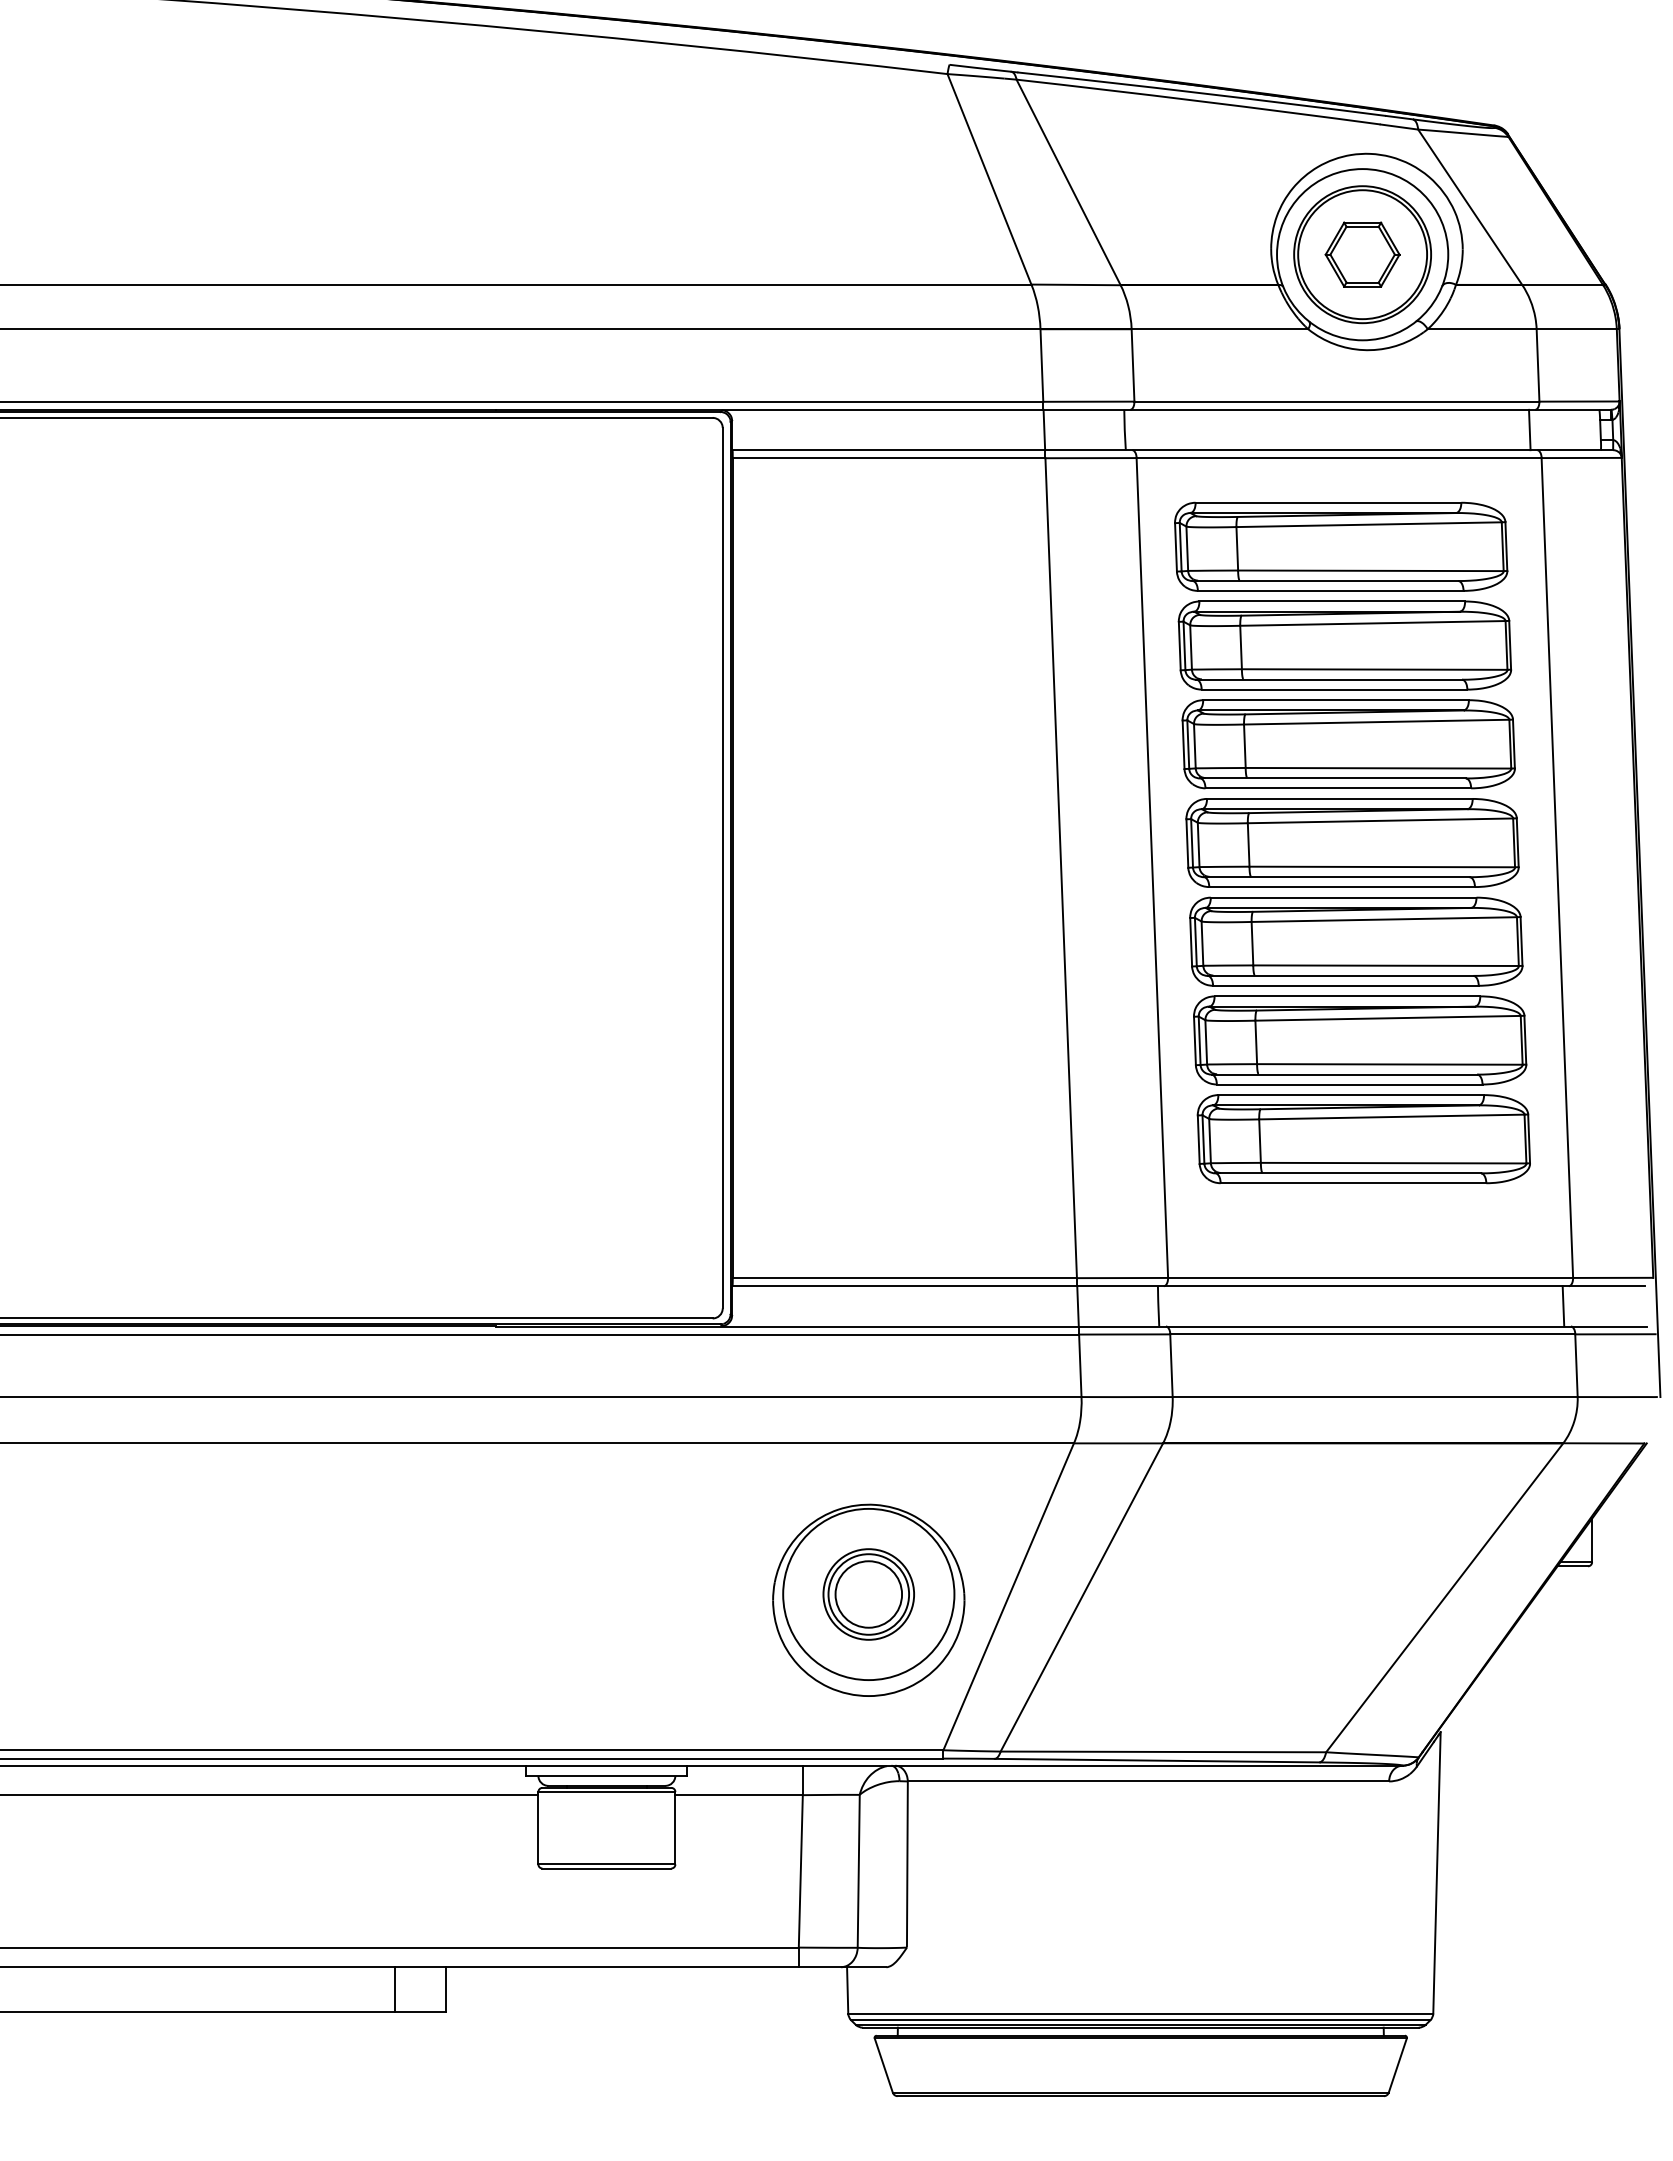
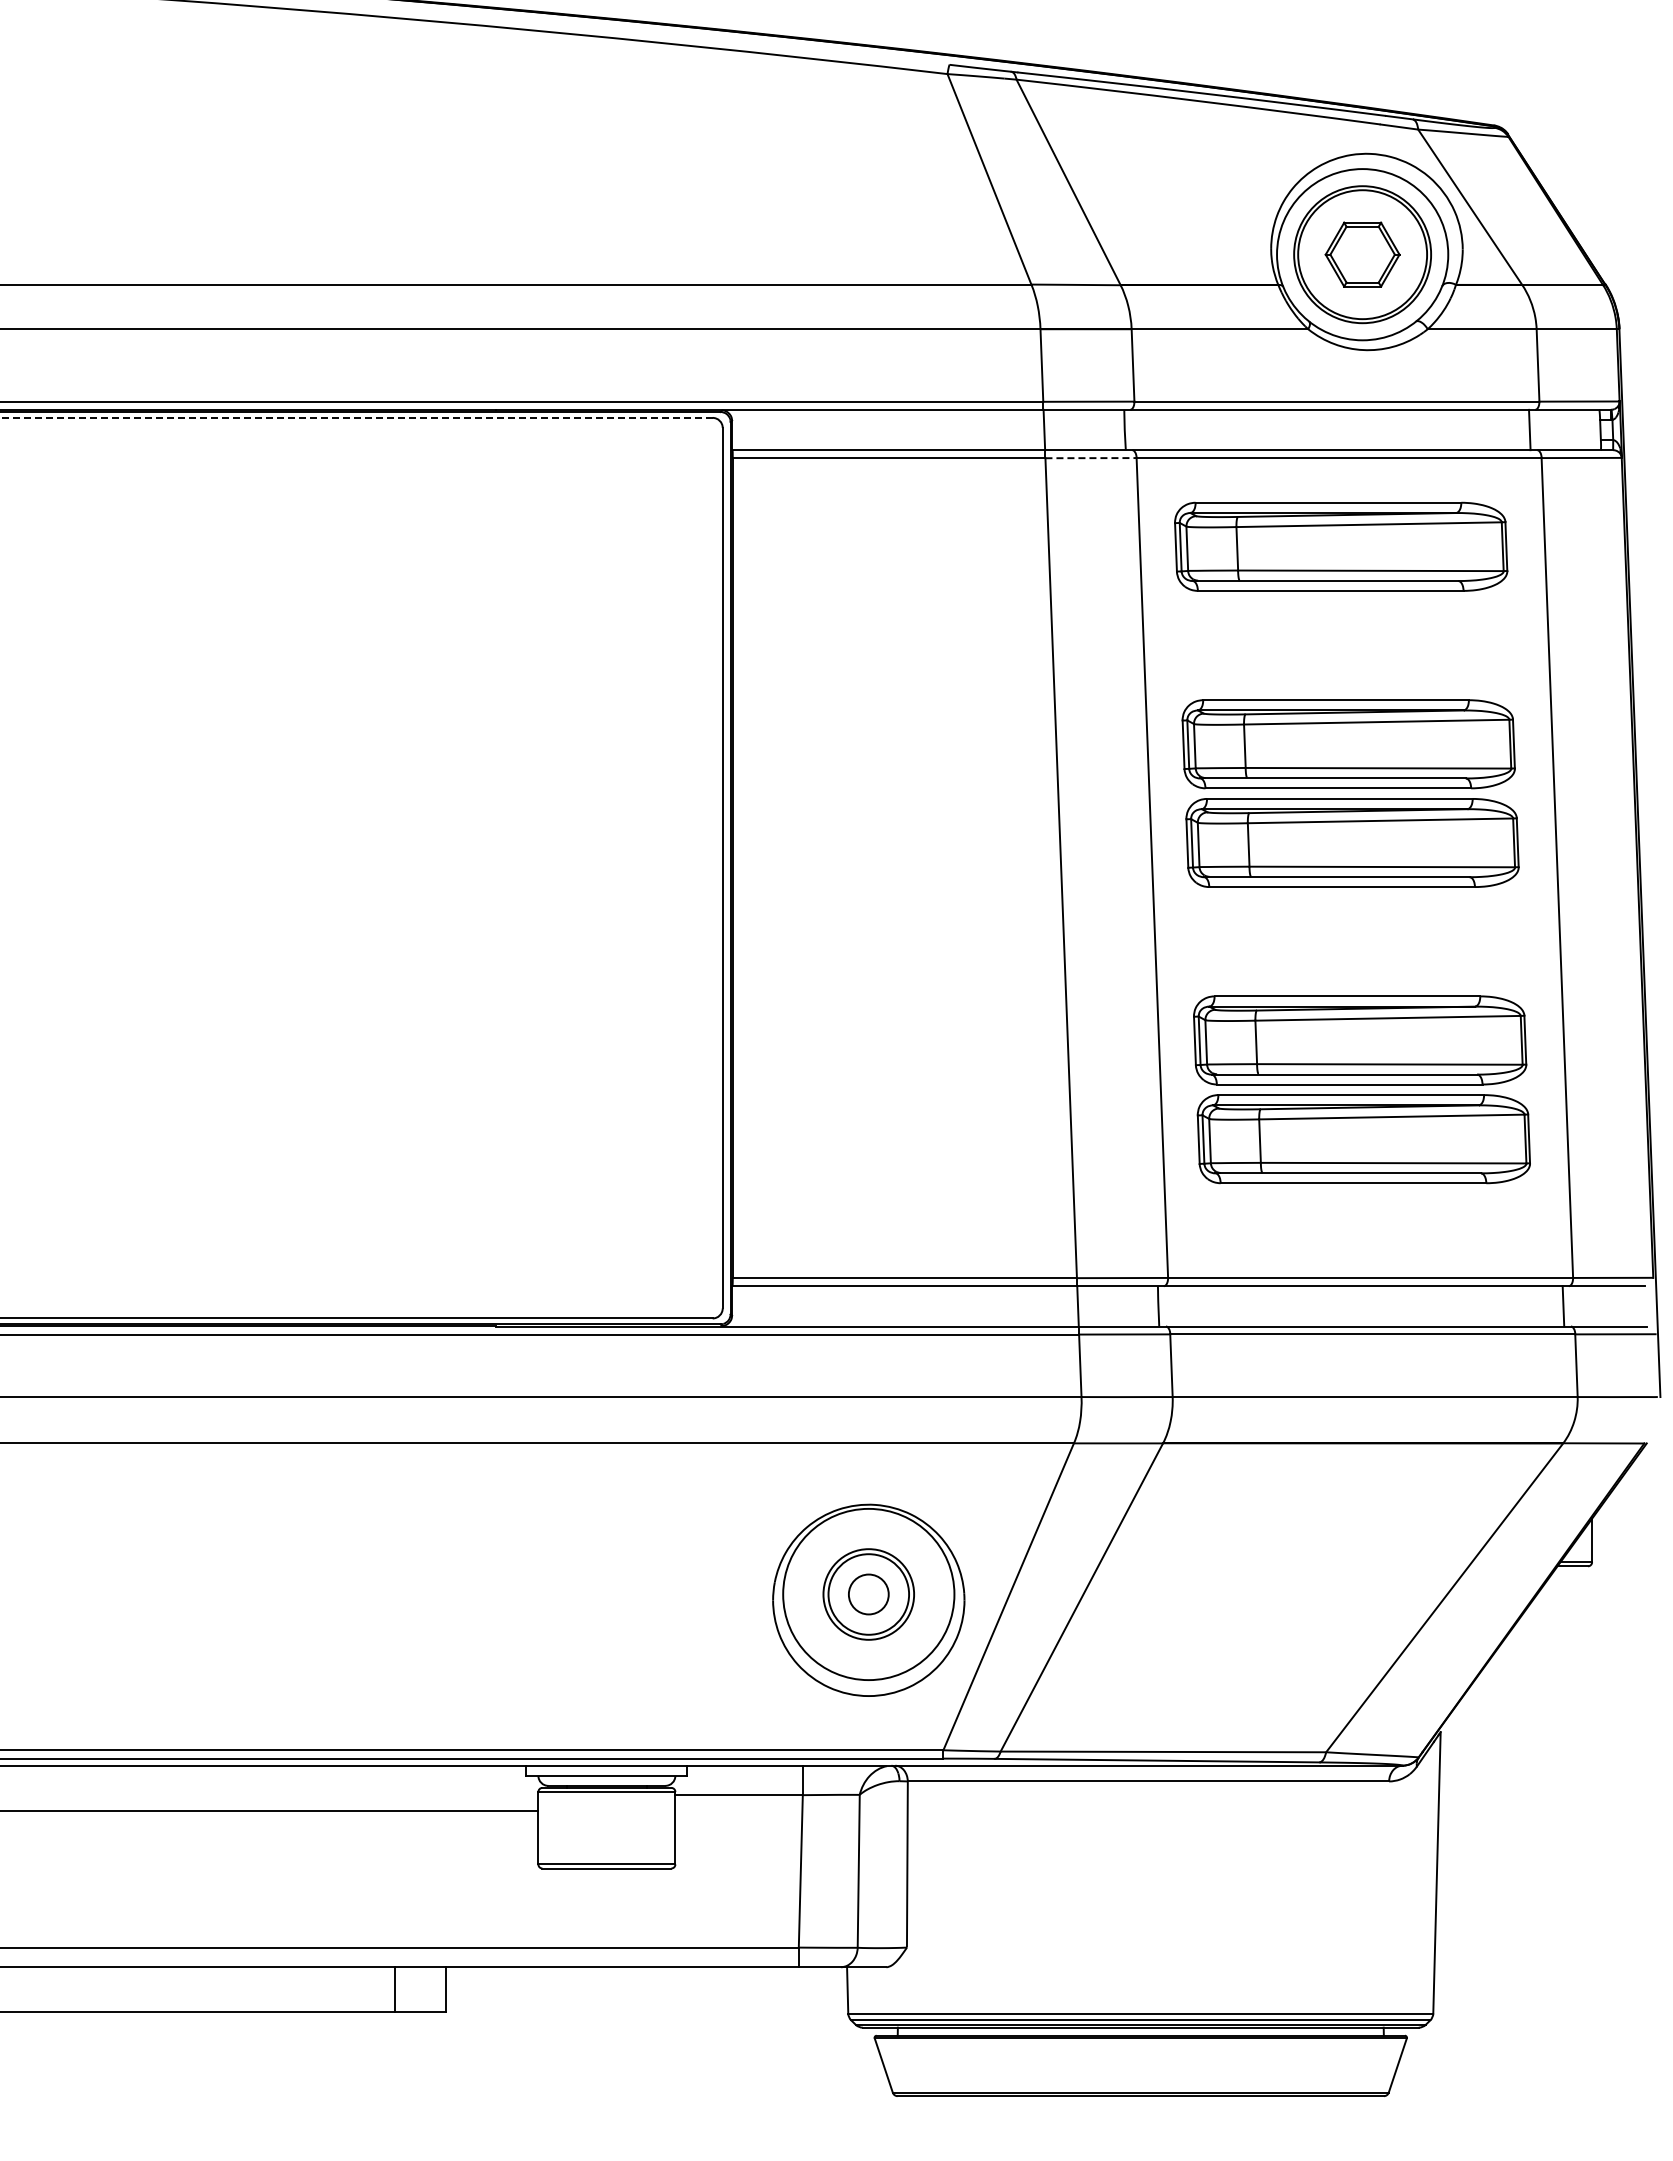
line at (356, 417): solid -> dashed
line at (1091, 458): solid -> dashed
part at (1344, 645): present -> none
part at (1356, 941): present -> none
circle at (868, 1594) diameter: 66 px -> 40 px
line at (270, 1795) position: (270, 1795) -> (270, 1811)
